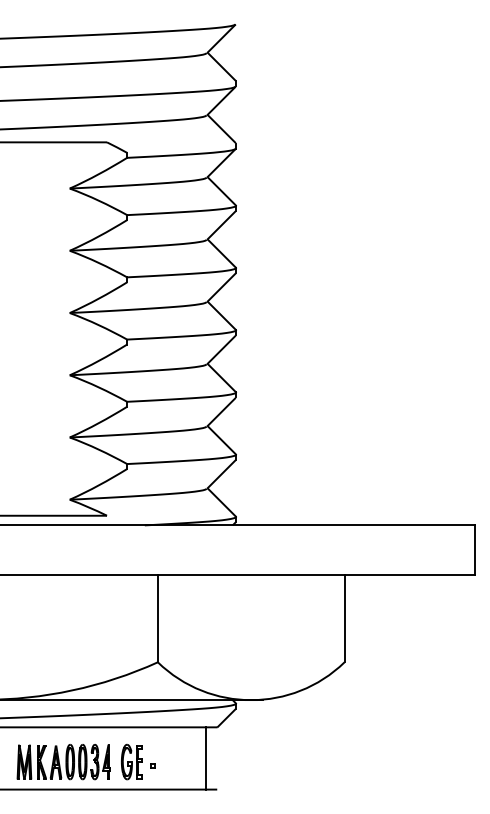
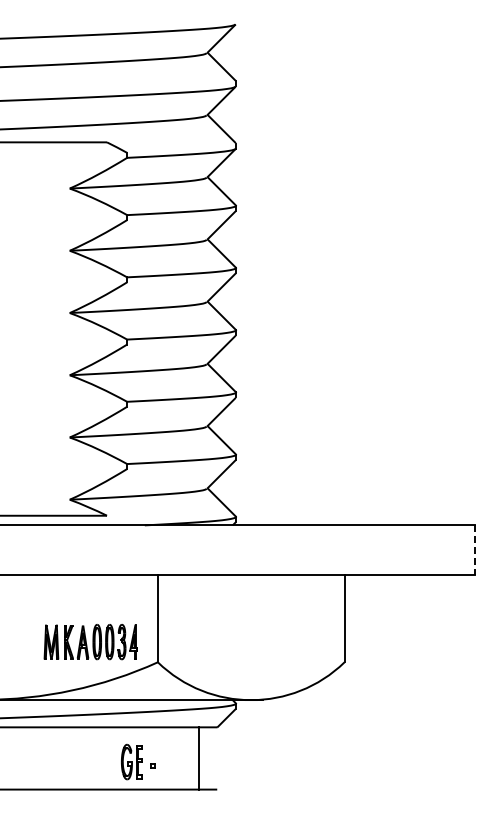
line at (475, 550): solid -> dashed
line at (206, 758) position: (206, 758) -> (199, 758)
part at (63, 762) position: (63, 762) -> (90, 642)
